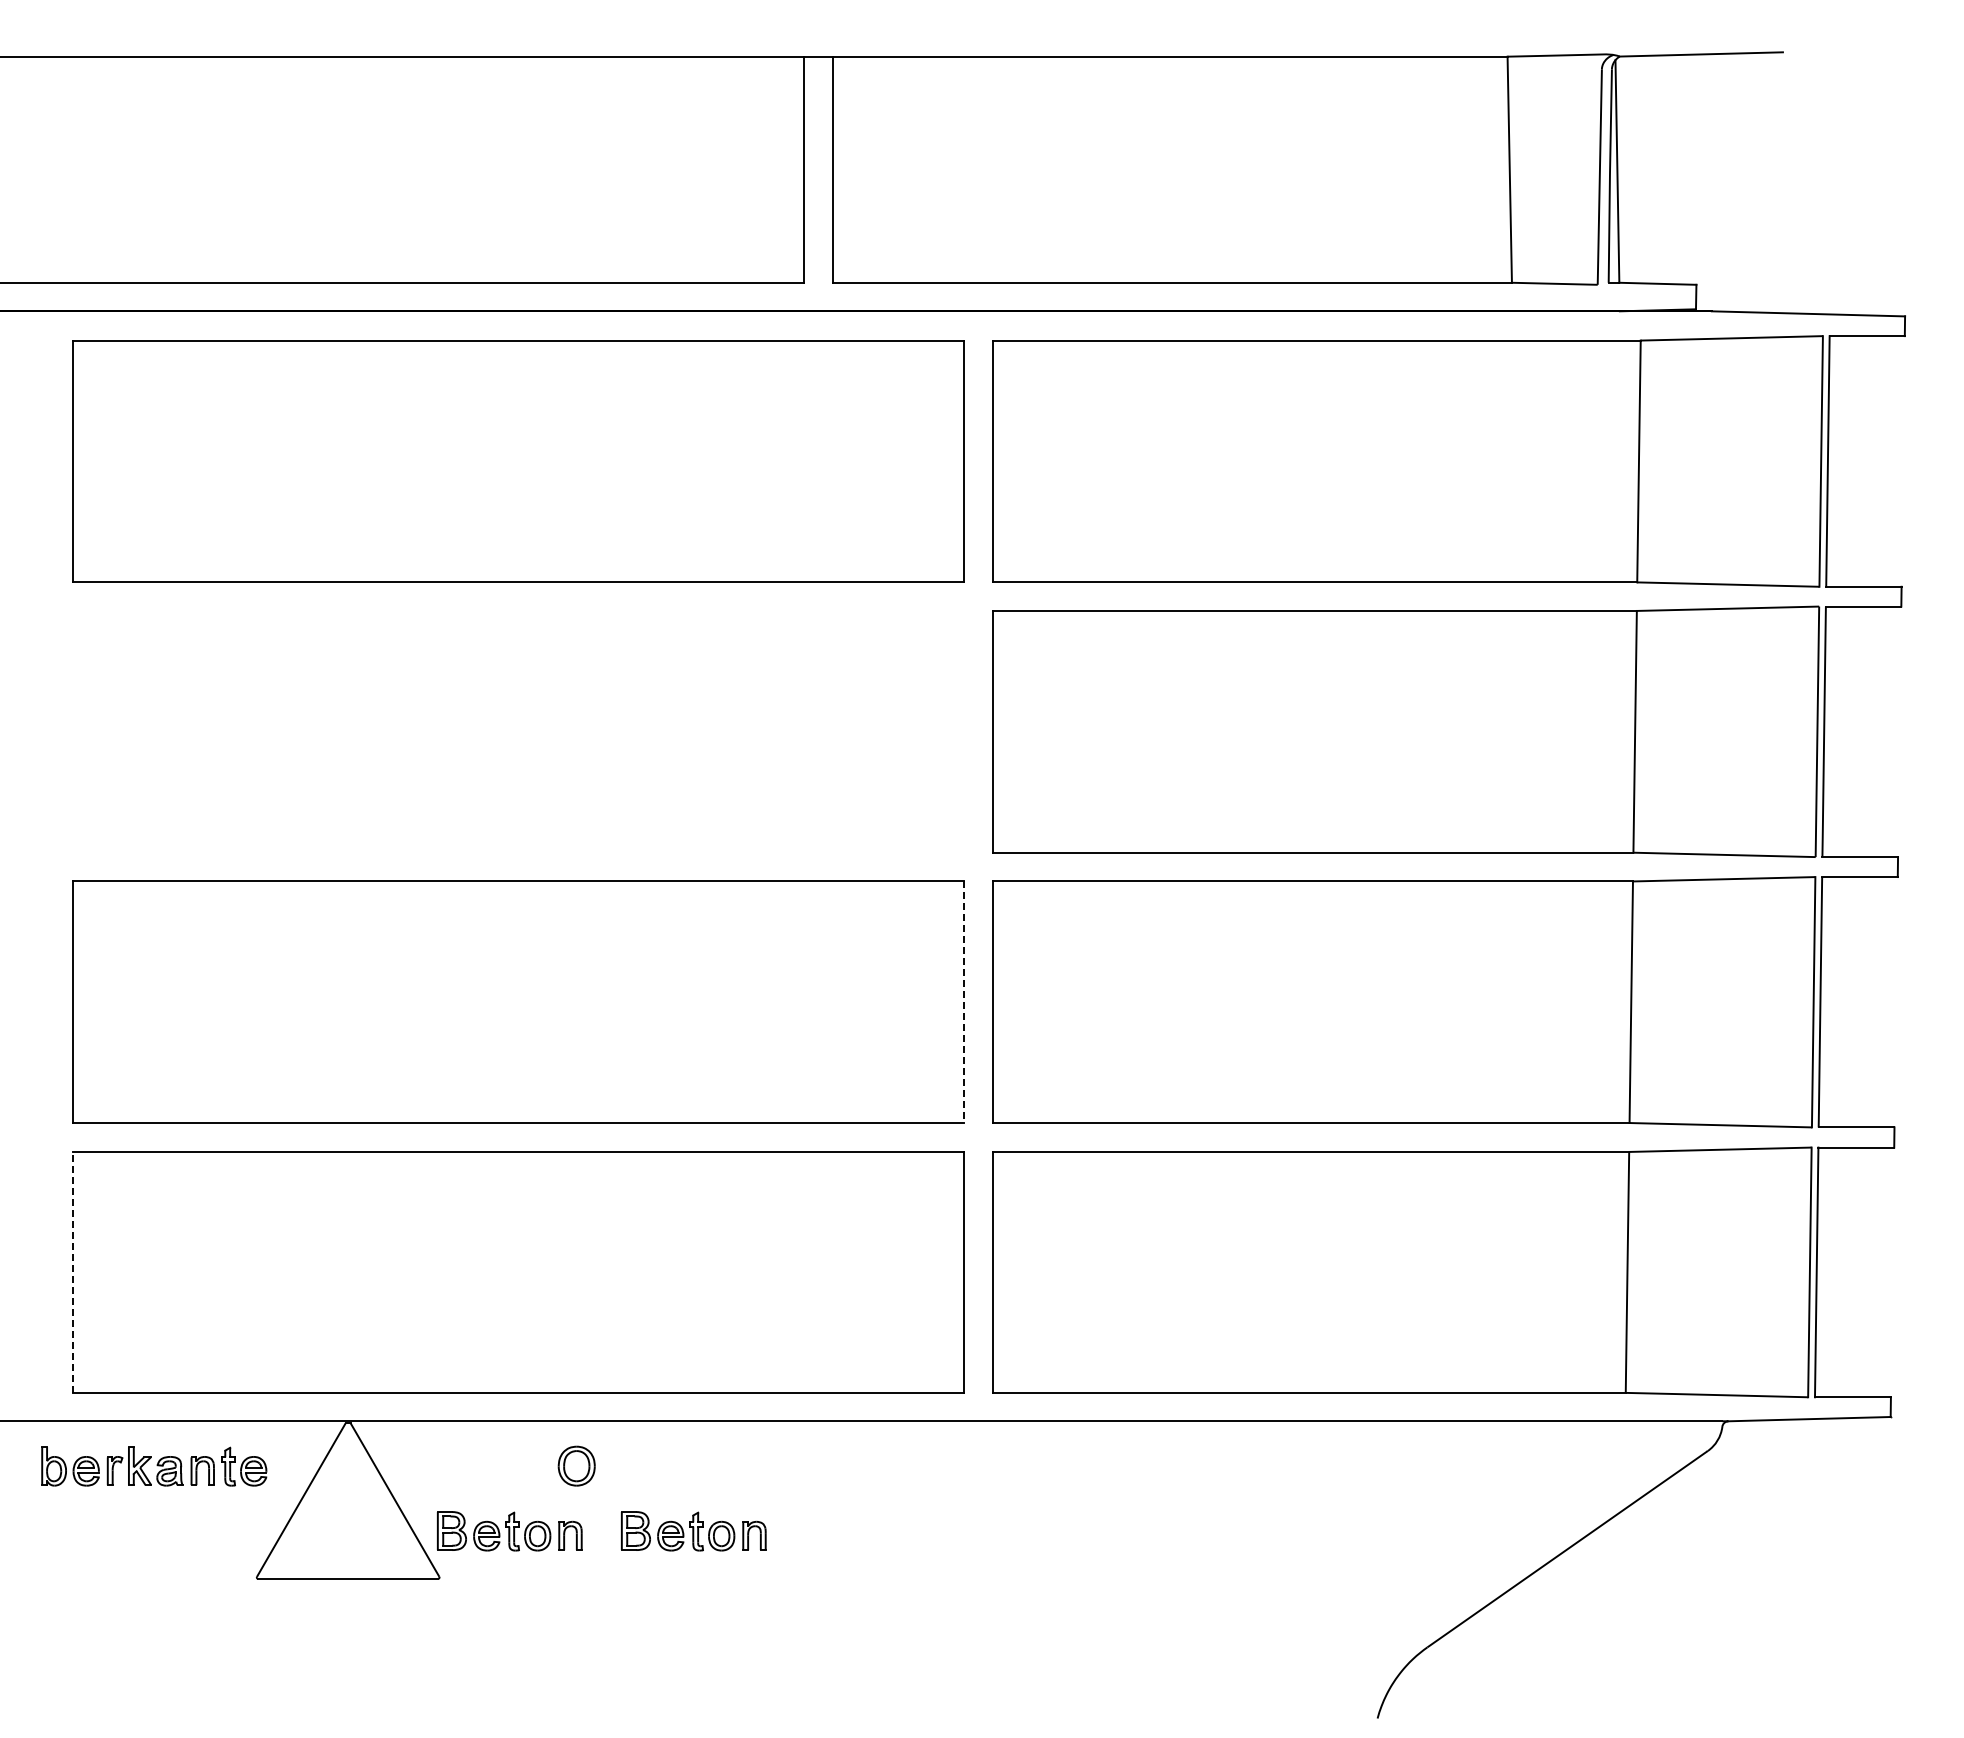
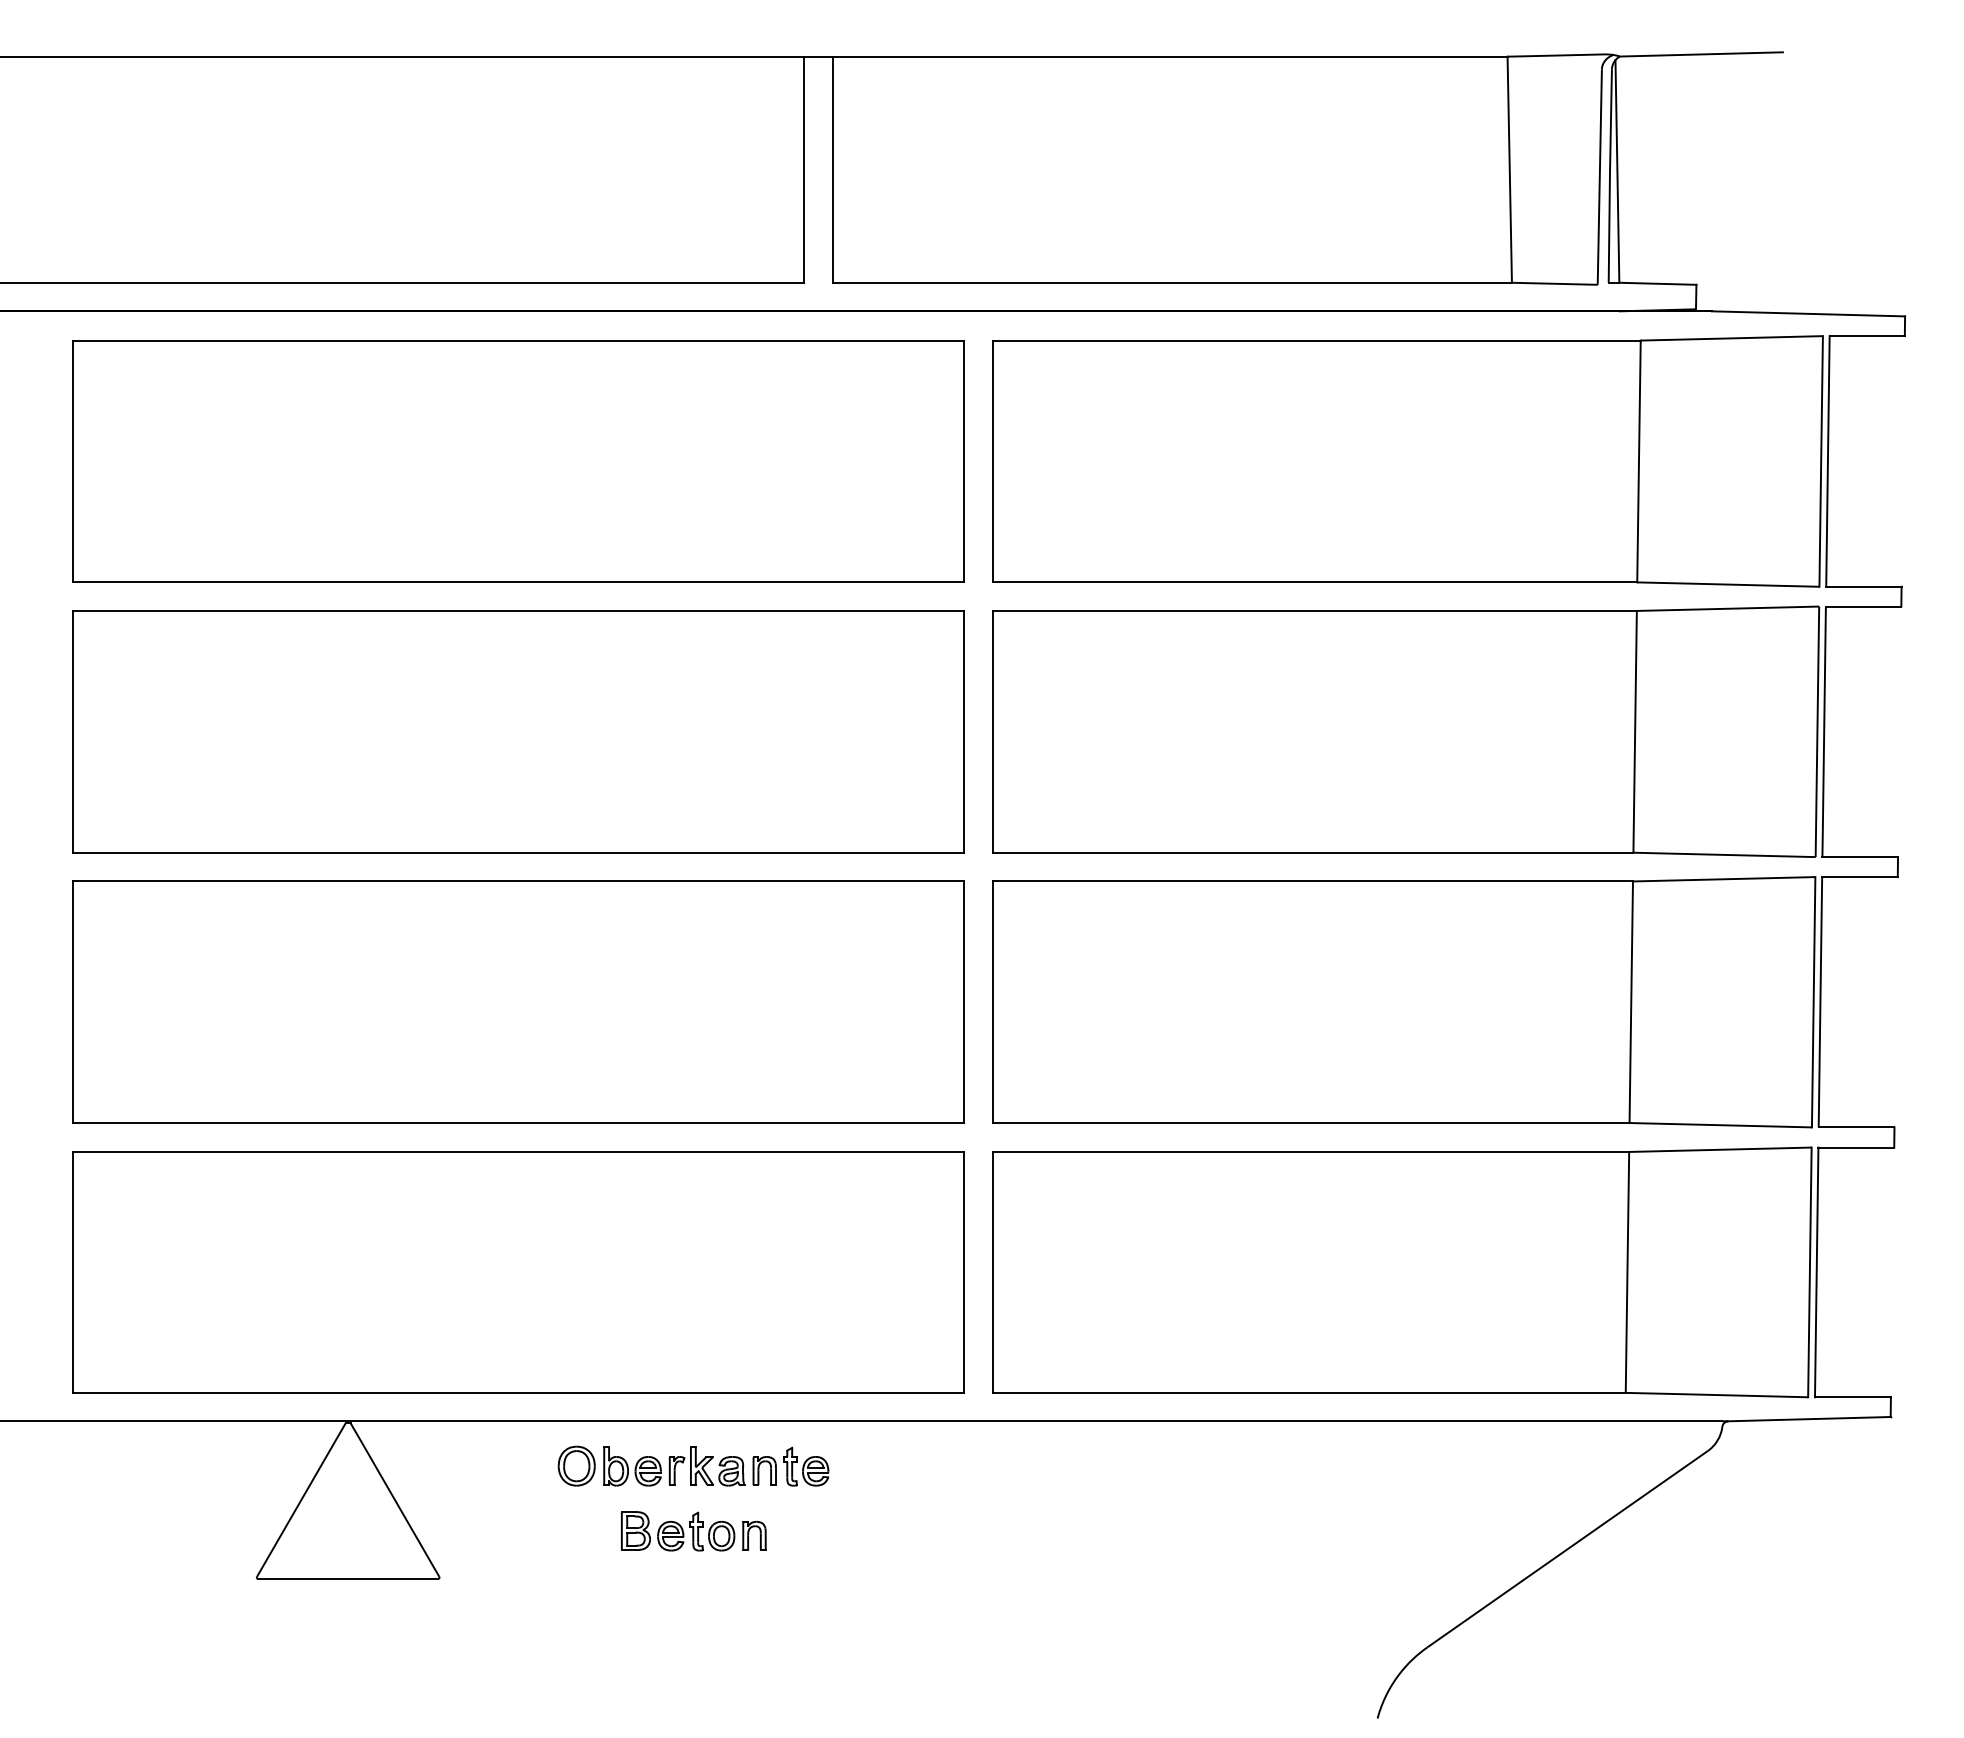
part at (518, 731): none -> present
line at (964, 1002): dashed -> solid
line at (73, 1271): dashed -> solid
part at (154, 1466) position: (154, 1466) -> (716, 1466)
part at (509, 1531): present -> none
